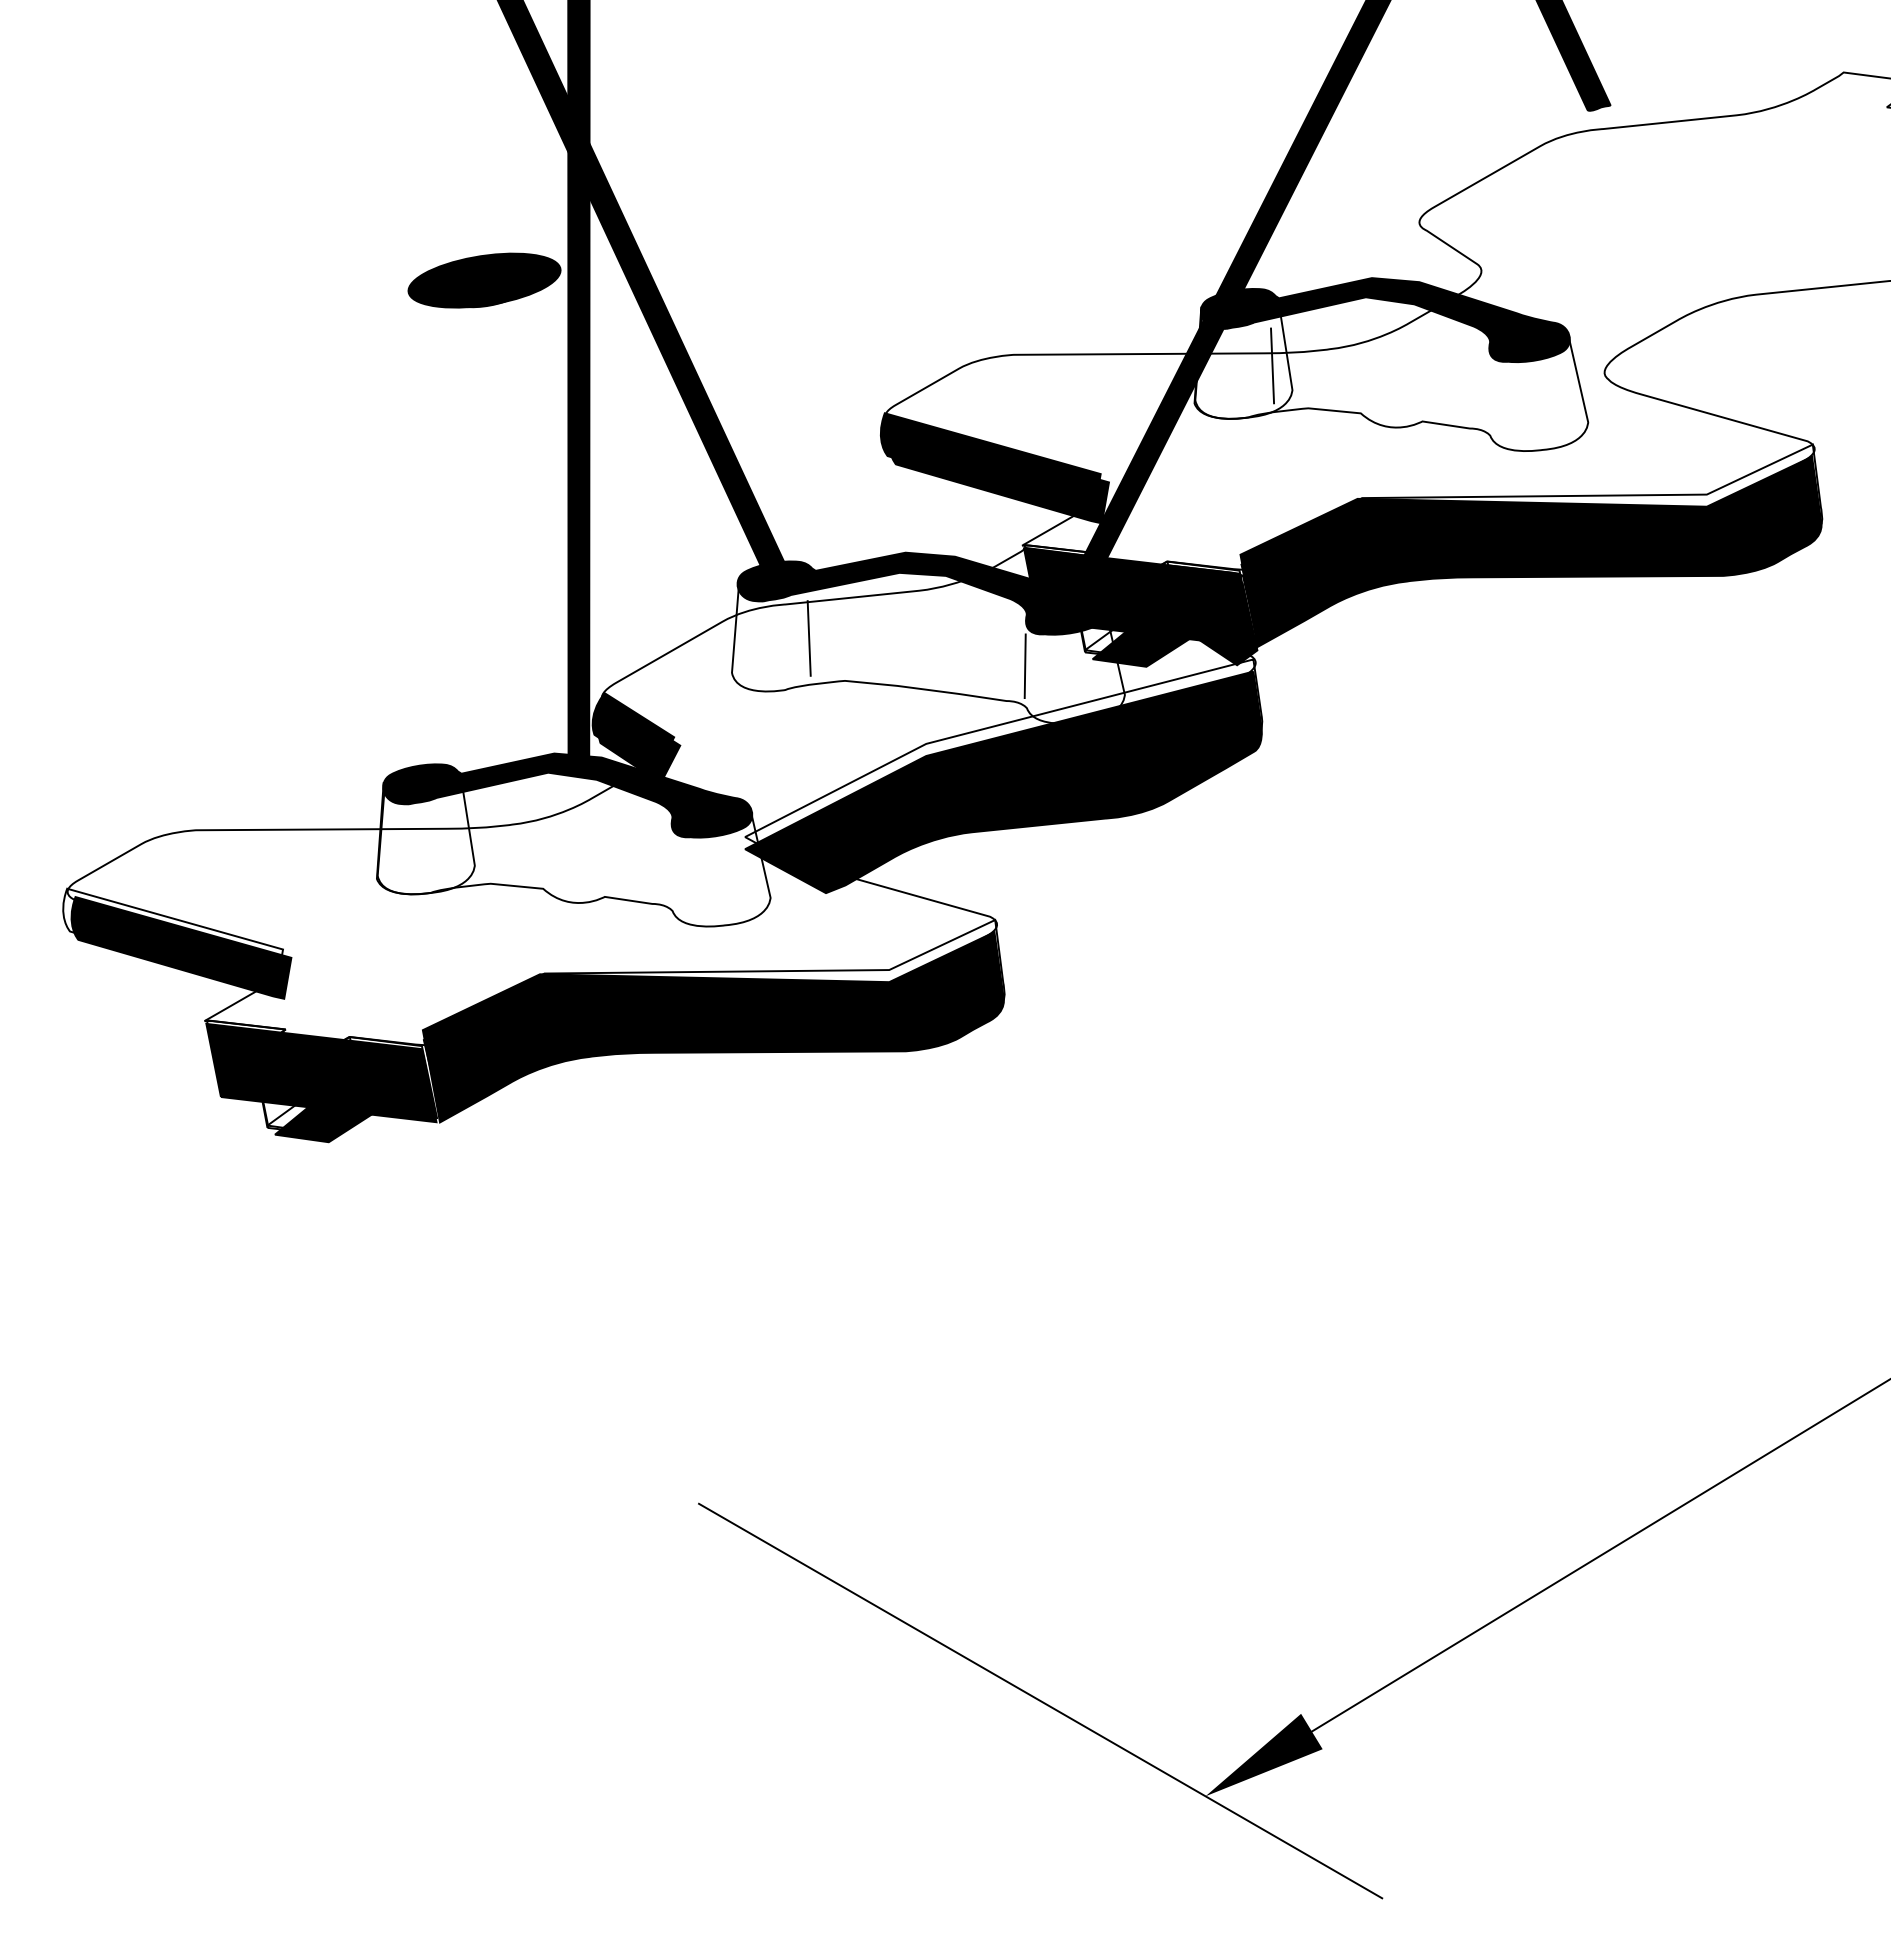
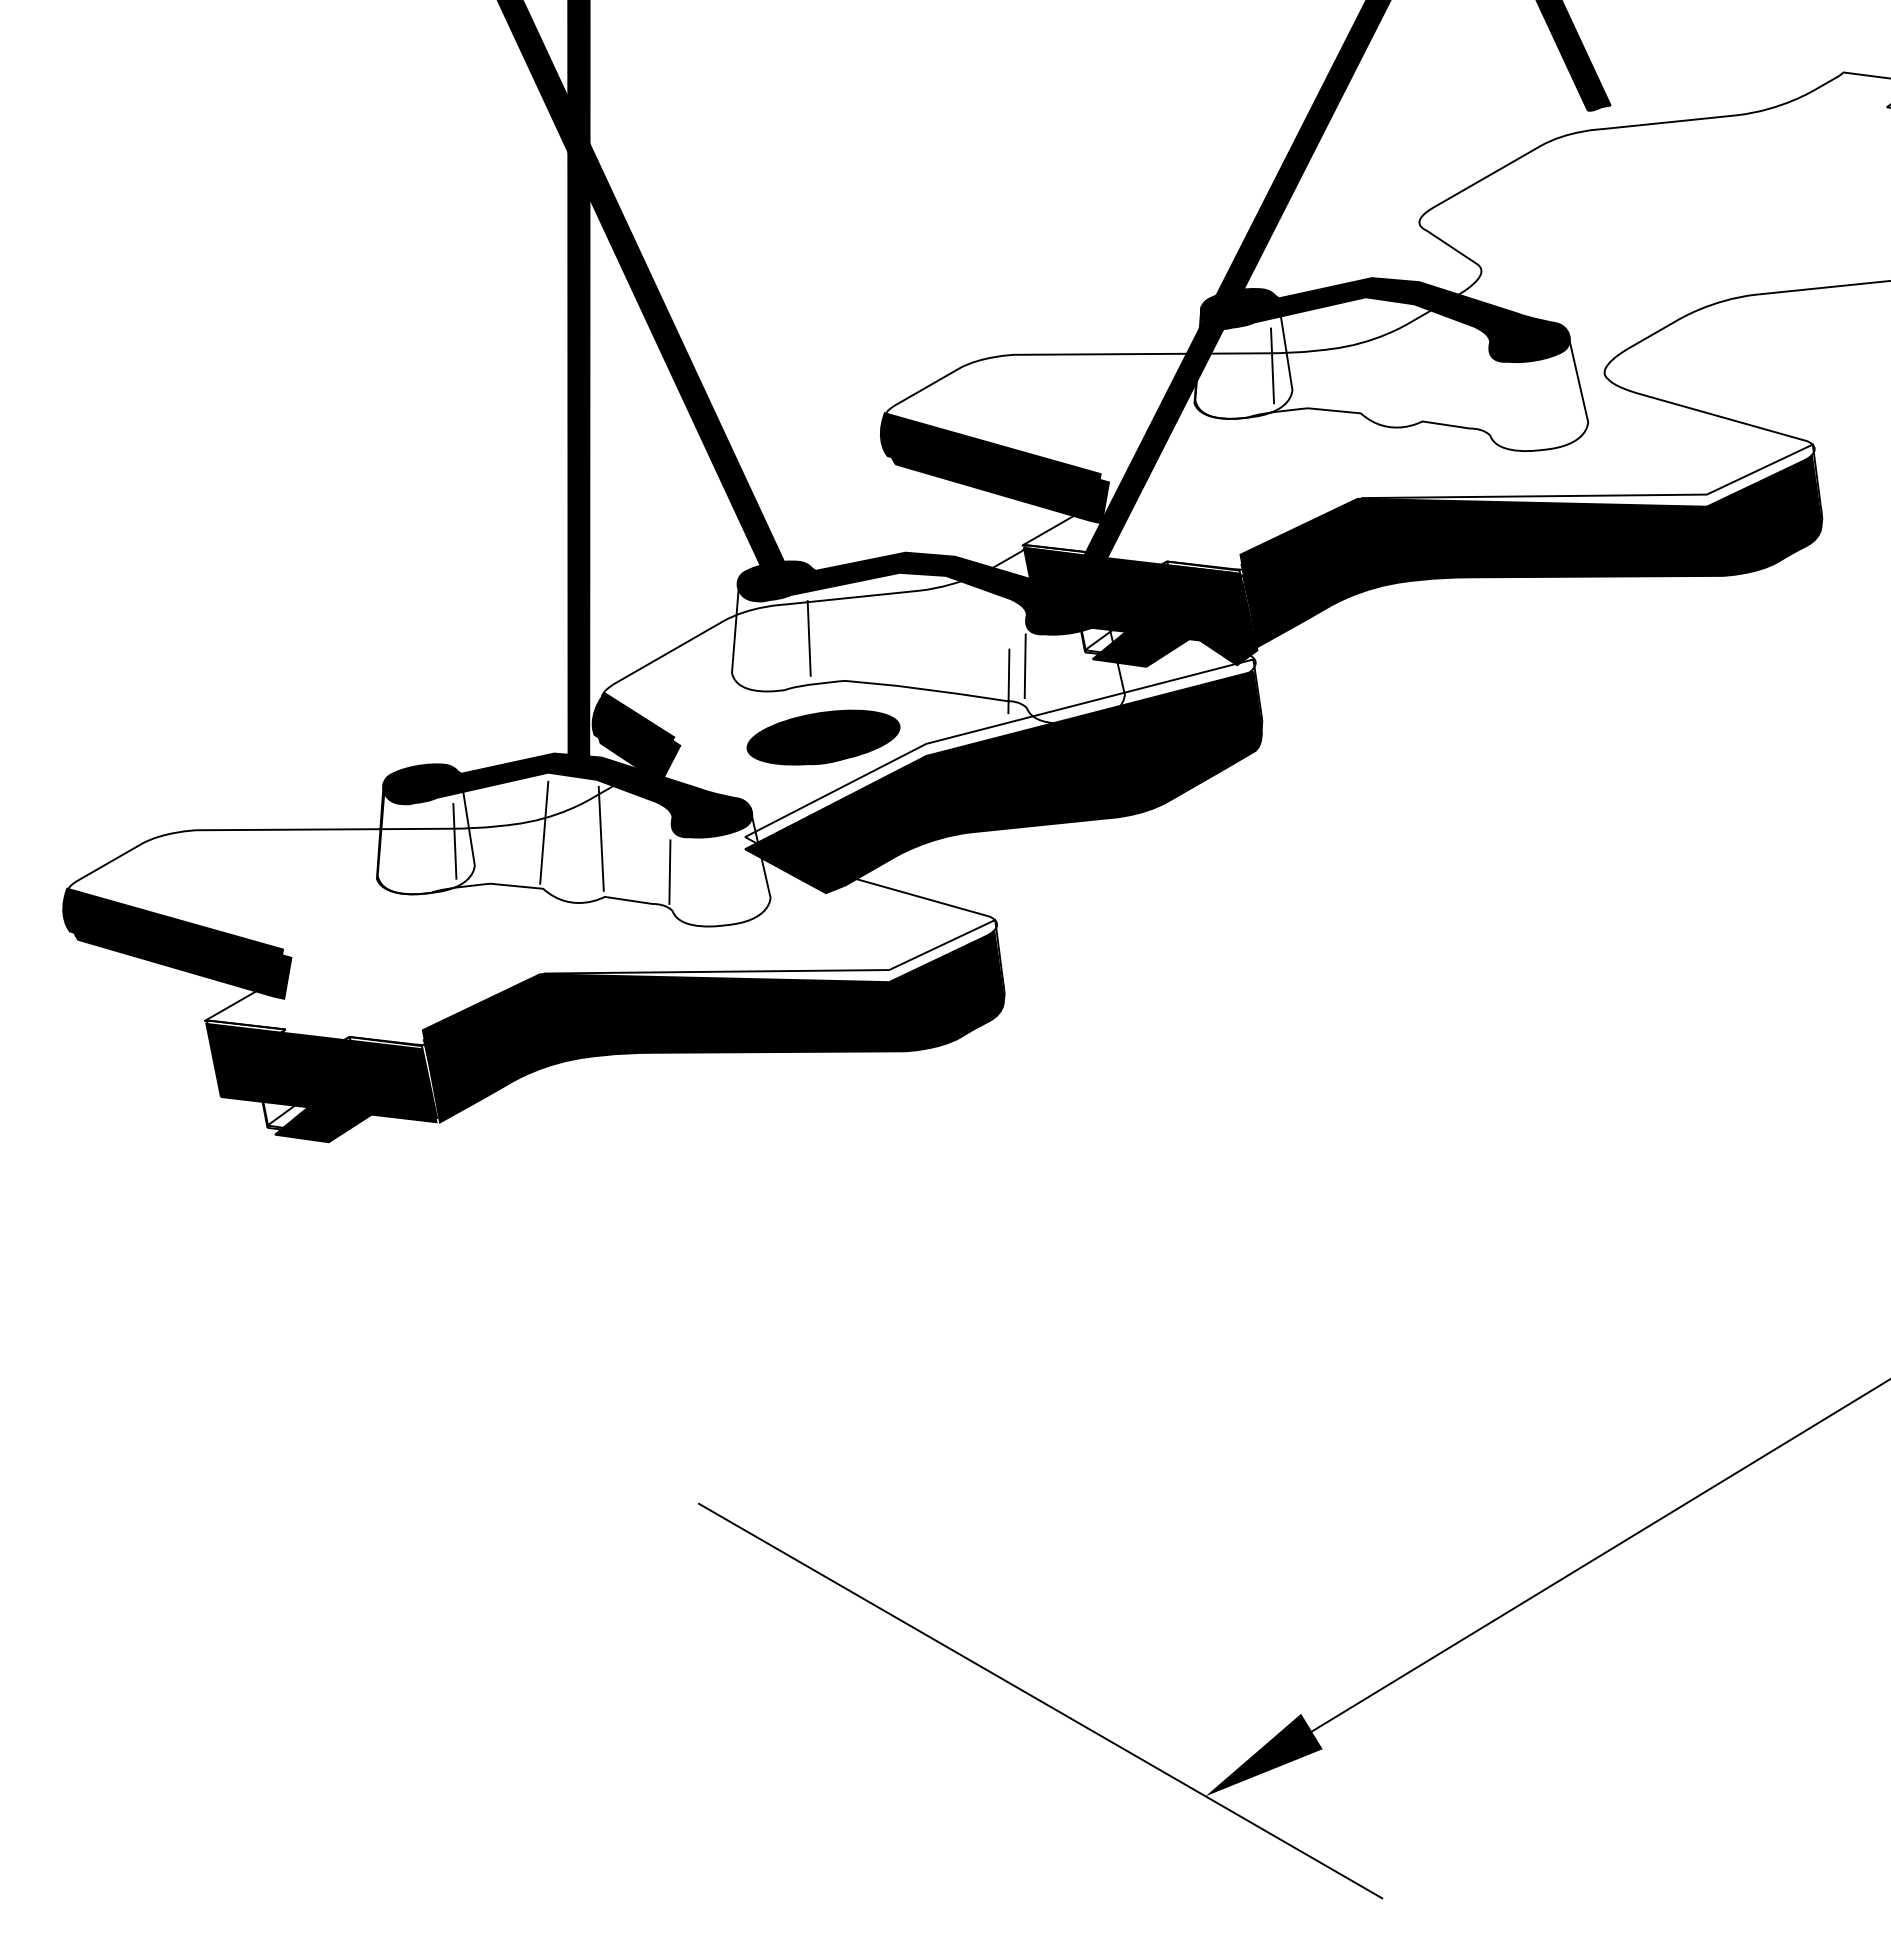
part at (484, 280) position: (484, 280) -> (823, 737)
line at (1008, 681): none -> present
line at (544, 832): none -> present
line at (600, 838): none -> present
line at (454, 841): none -> present
line at (669, 871): none -> present
fill at (173, 939): none -> present
